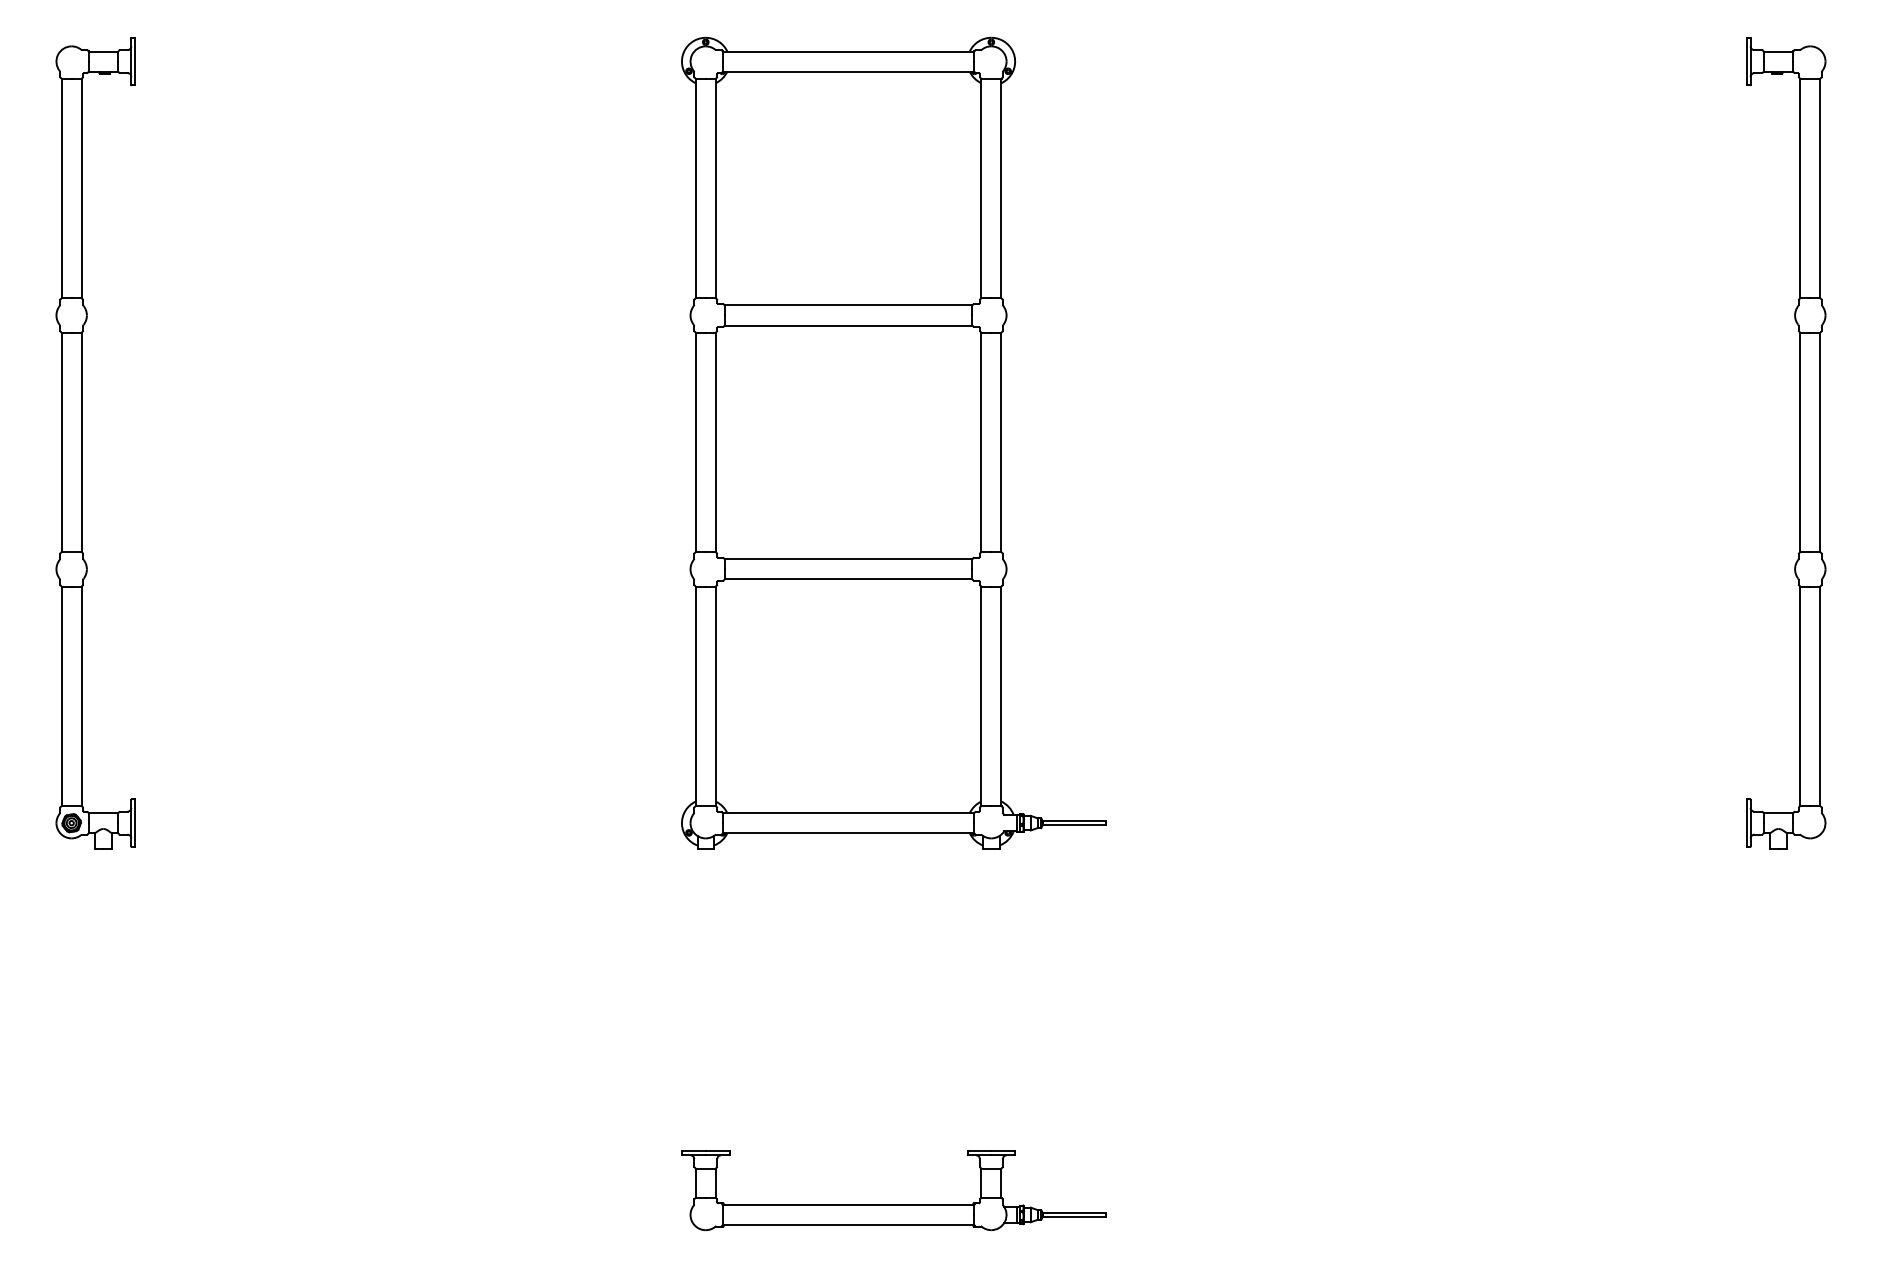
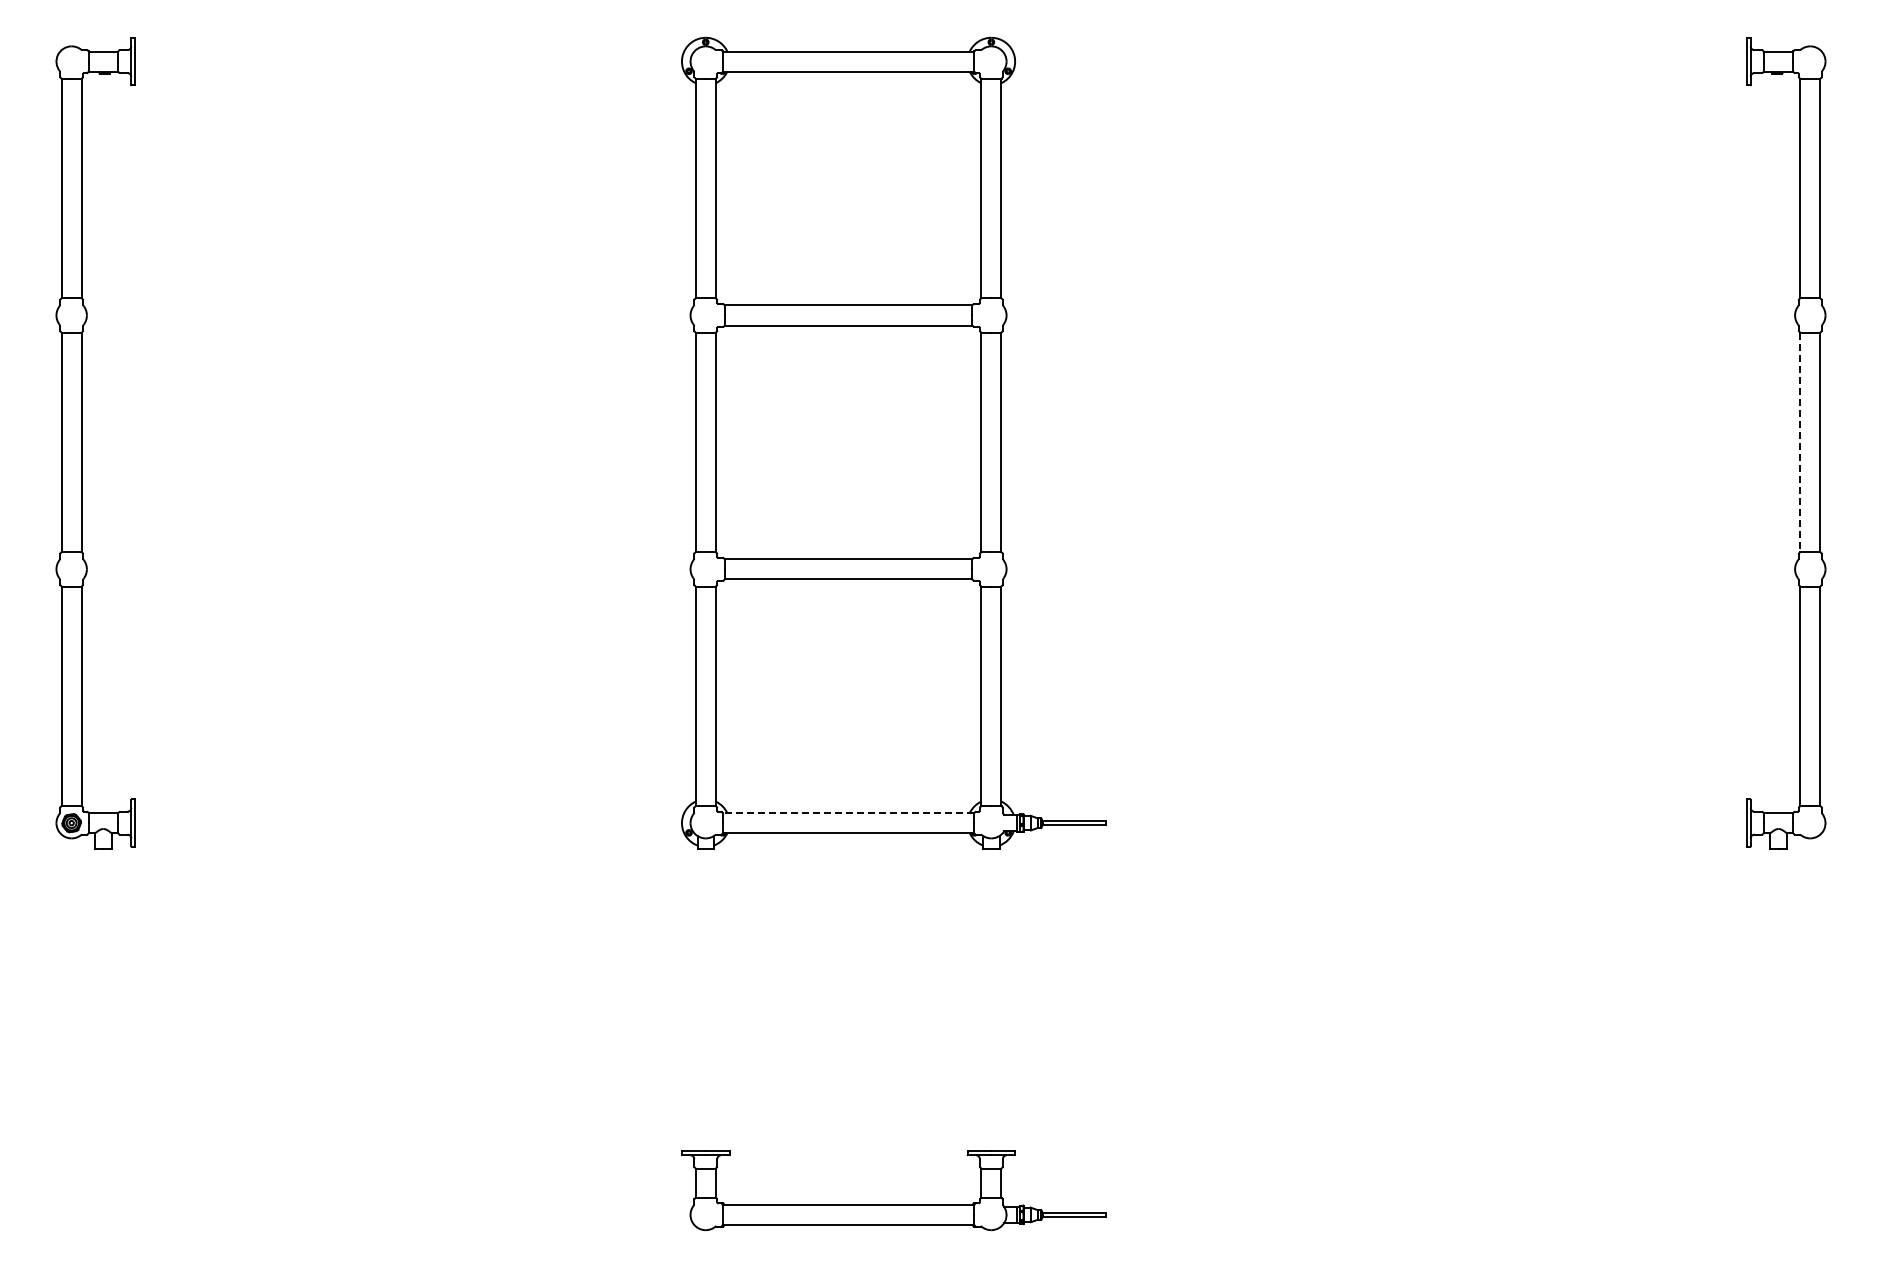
line at (1800, 442): solid -> dashed
line at (848, 813): solid -> dashed
